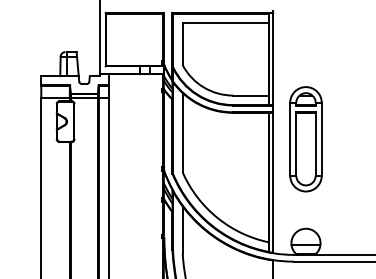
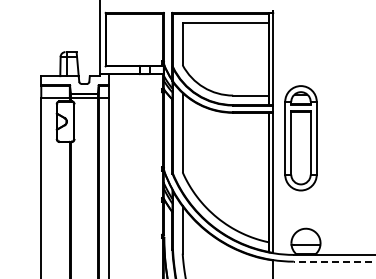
part at (305, 139) position: (305, 139) -> (300, 138)
line at (334, 261): solid -> dashed
